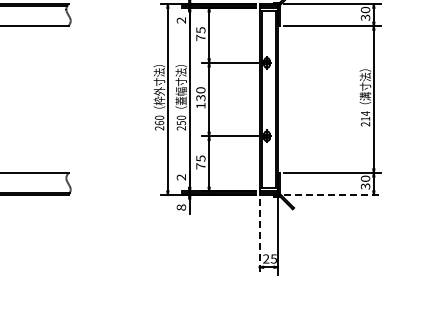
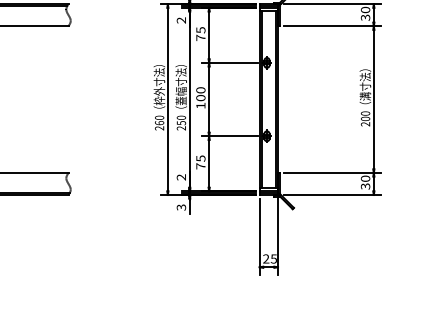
text at (200, 97): 130 -> 100
text at (365, 116): 214 -> 200
line at (332, 194): dashed -> solid
text at (181, 207): 8 -> 3
line at (259, 236): dashed -> solid
